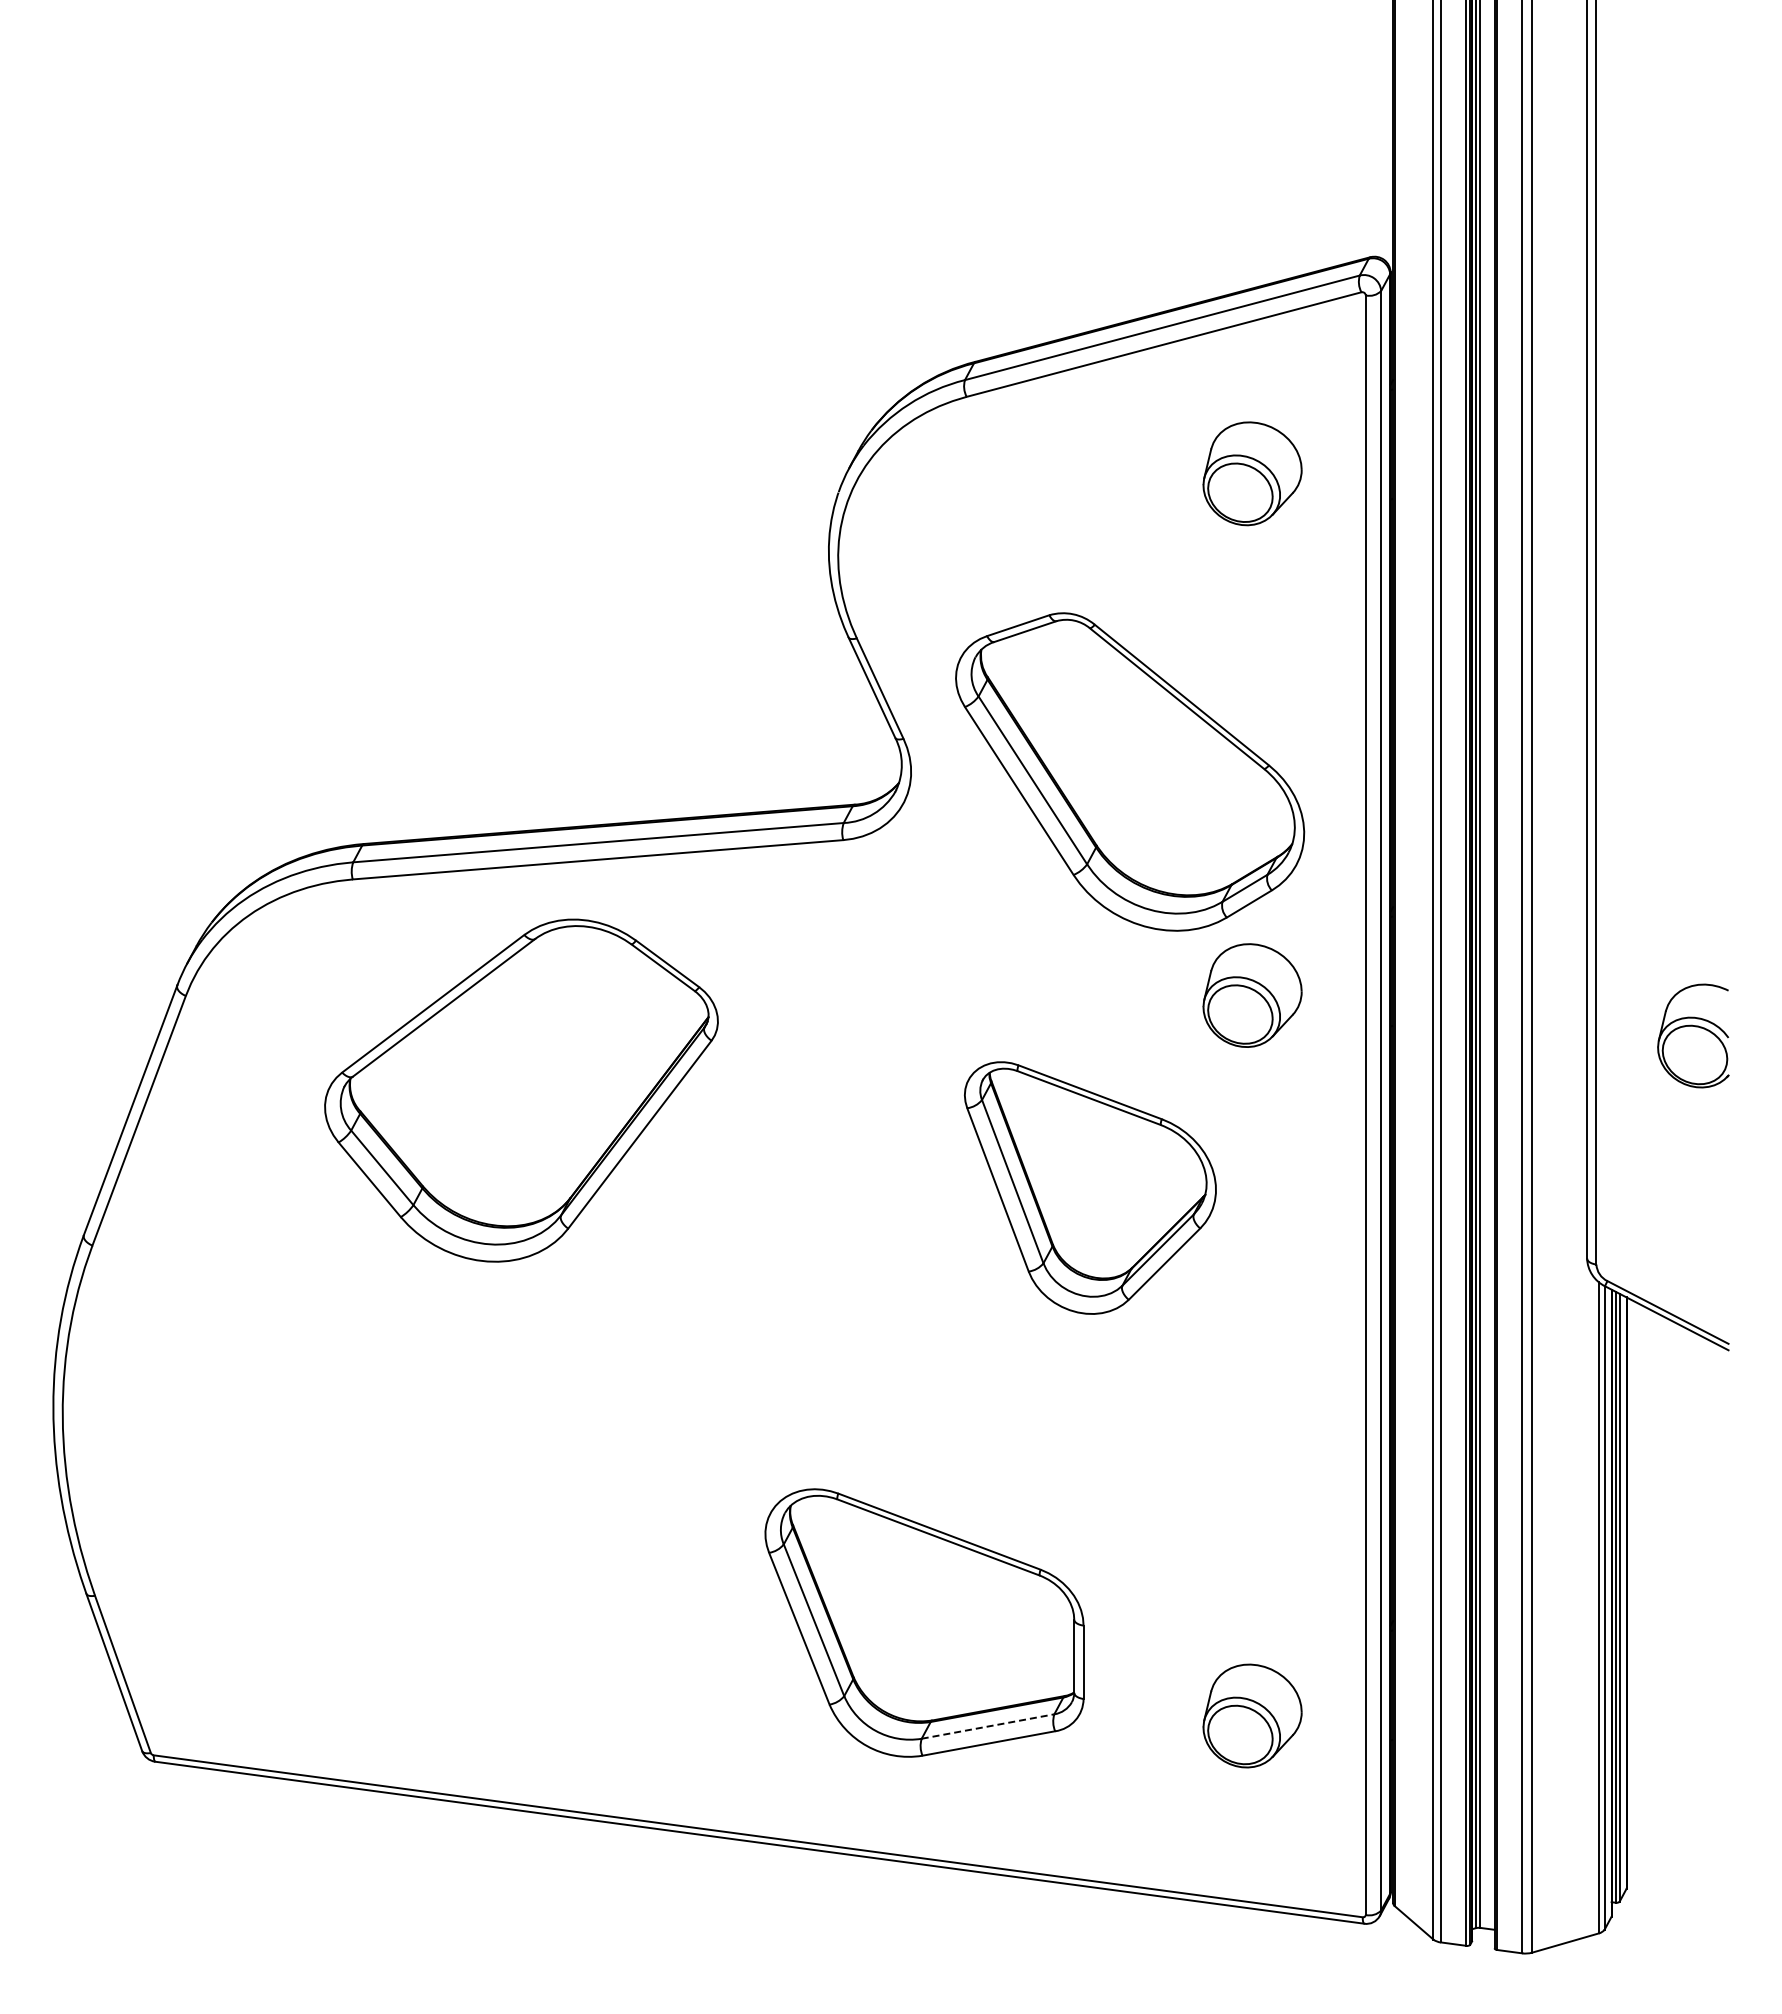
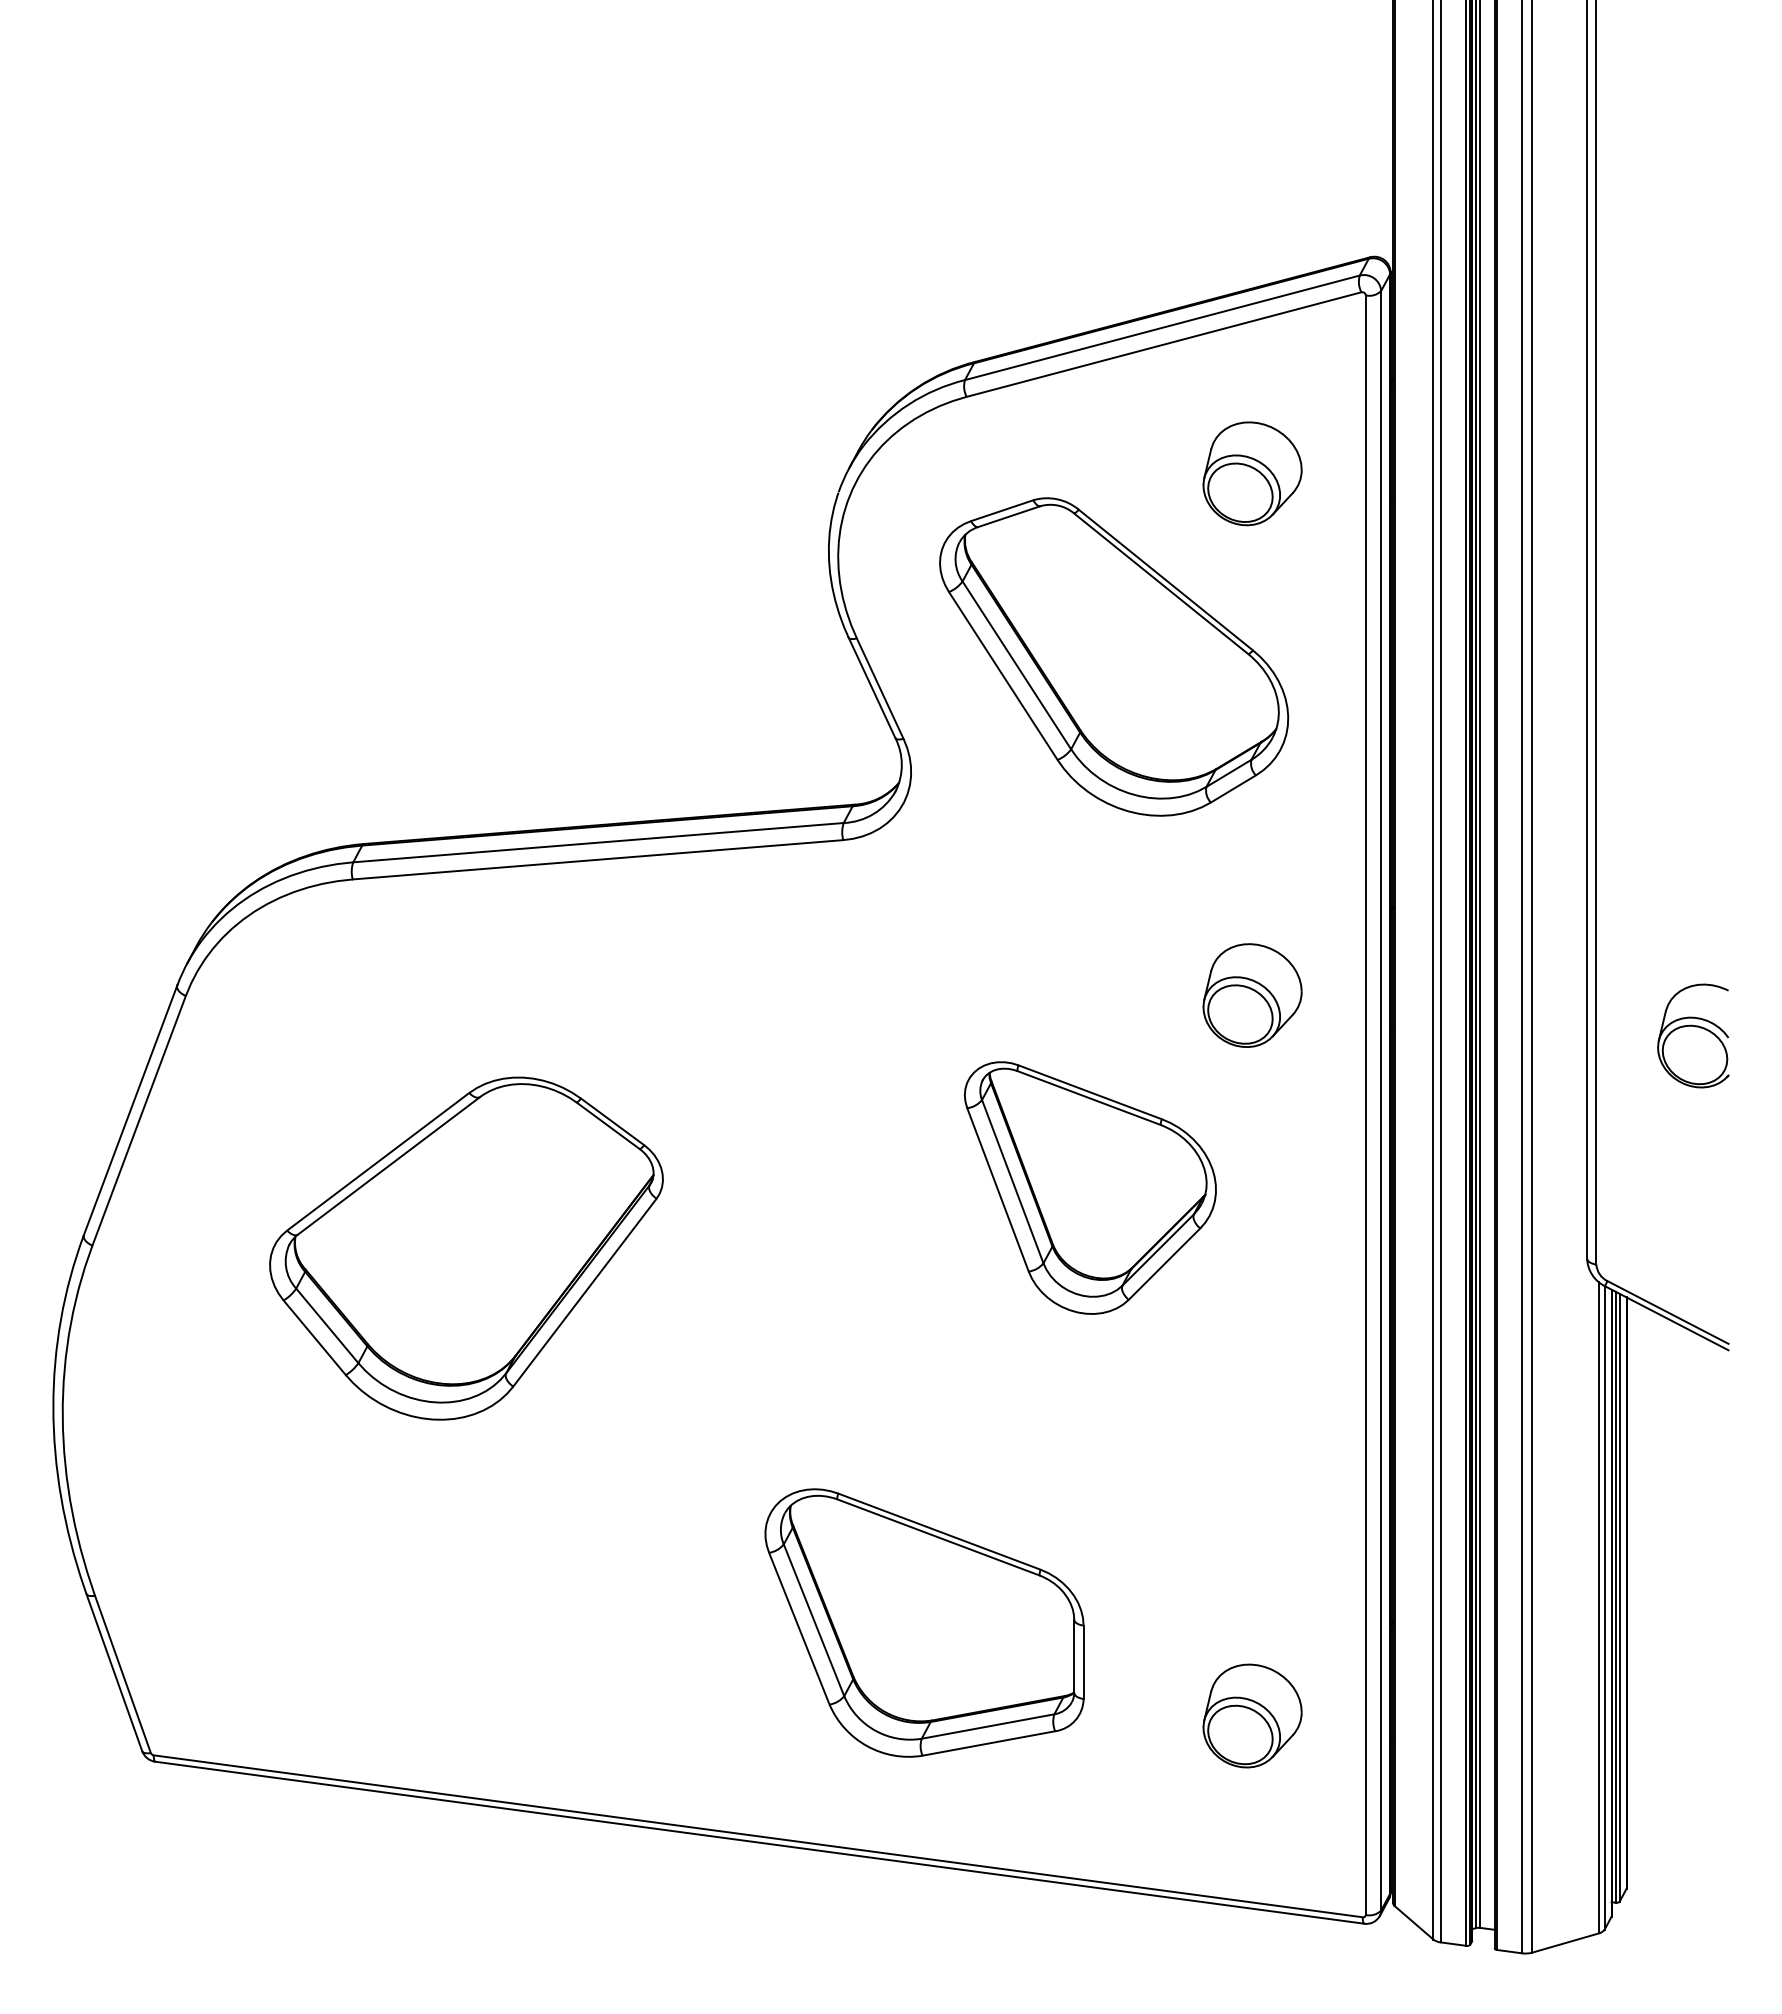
part at (1130, 771) position: (1130, 771) -> (1114, 656)
part at (521, 1090) position: (521, 1090) -> (466, 1248)
line at (988, 1726): dashed -> solid
